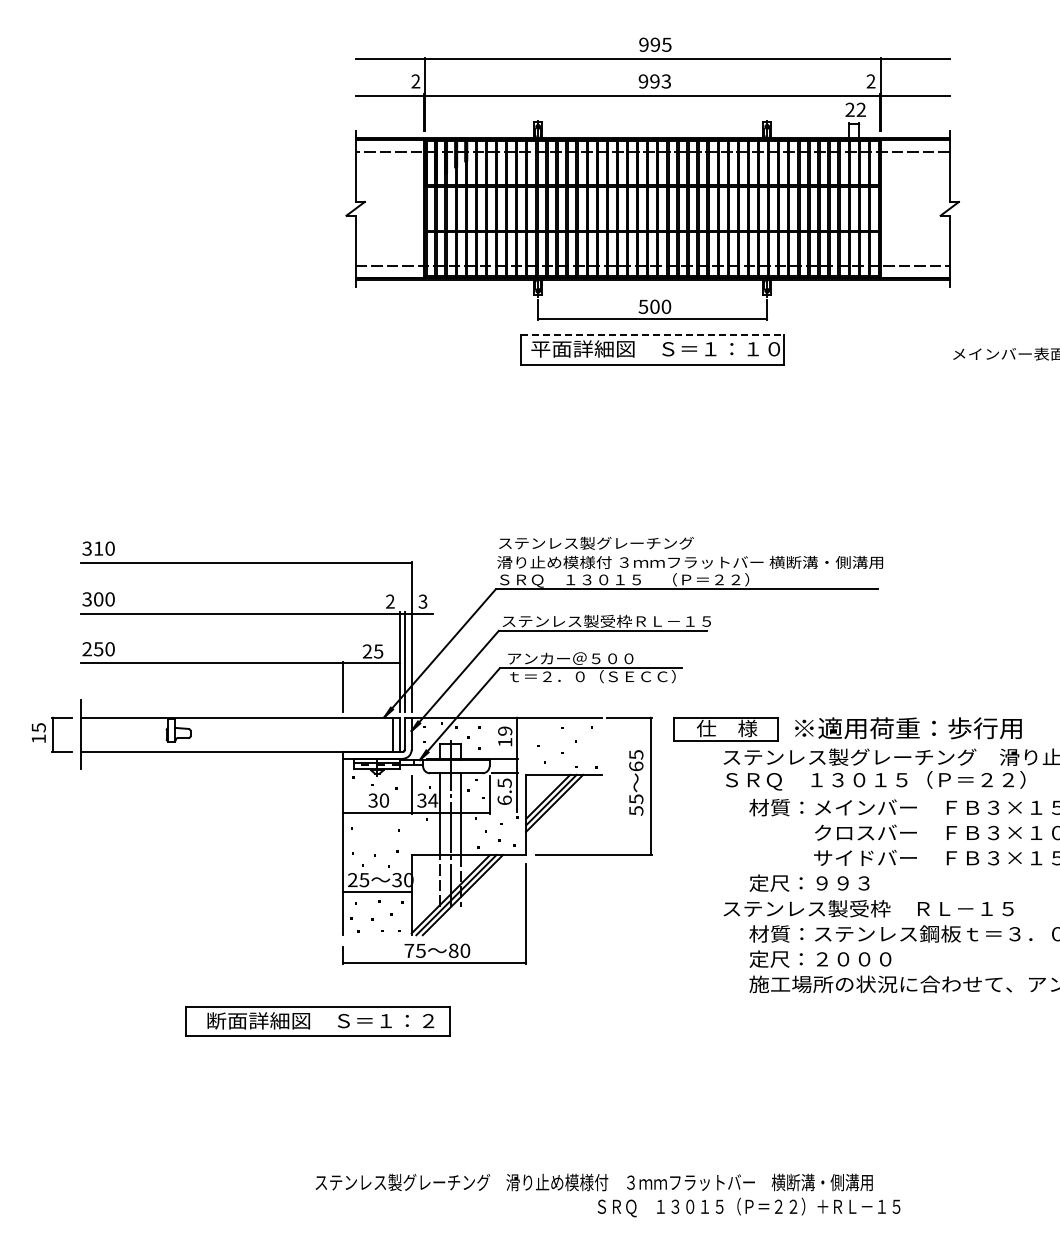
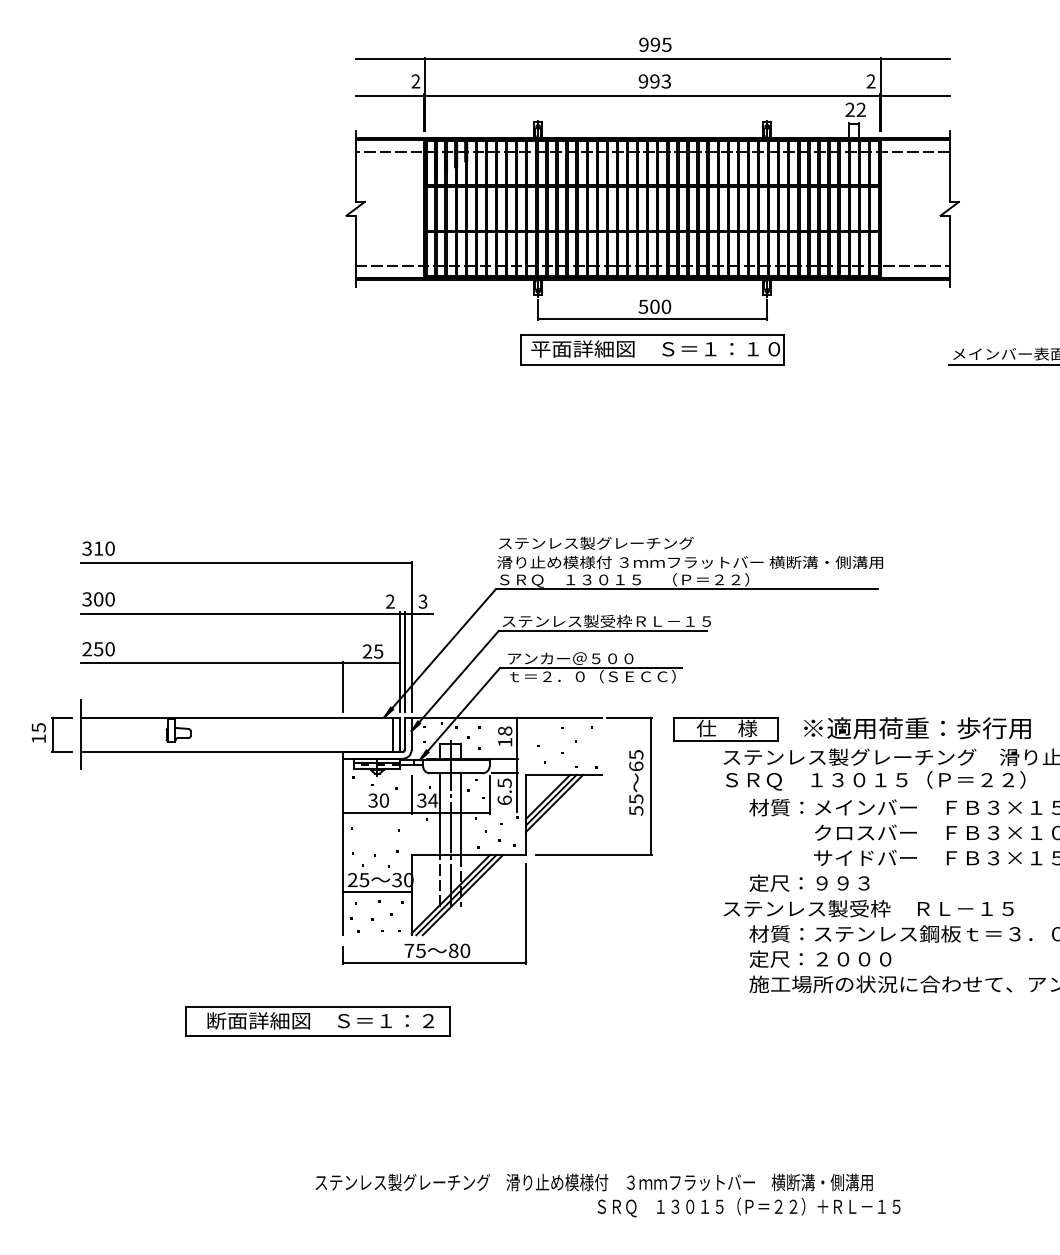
line at (652, 334): dashed -> solid
line at (1002, 364): none -> present
text at (908, 728) position: (908, 728) -> (917, 728)
text at (505, 730): 19 -> 18
